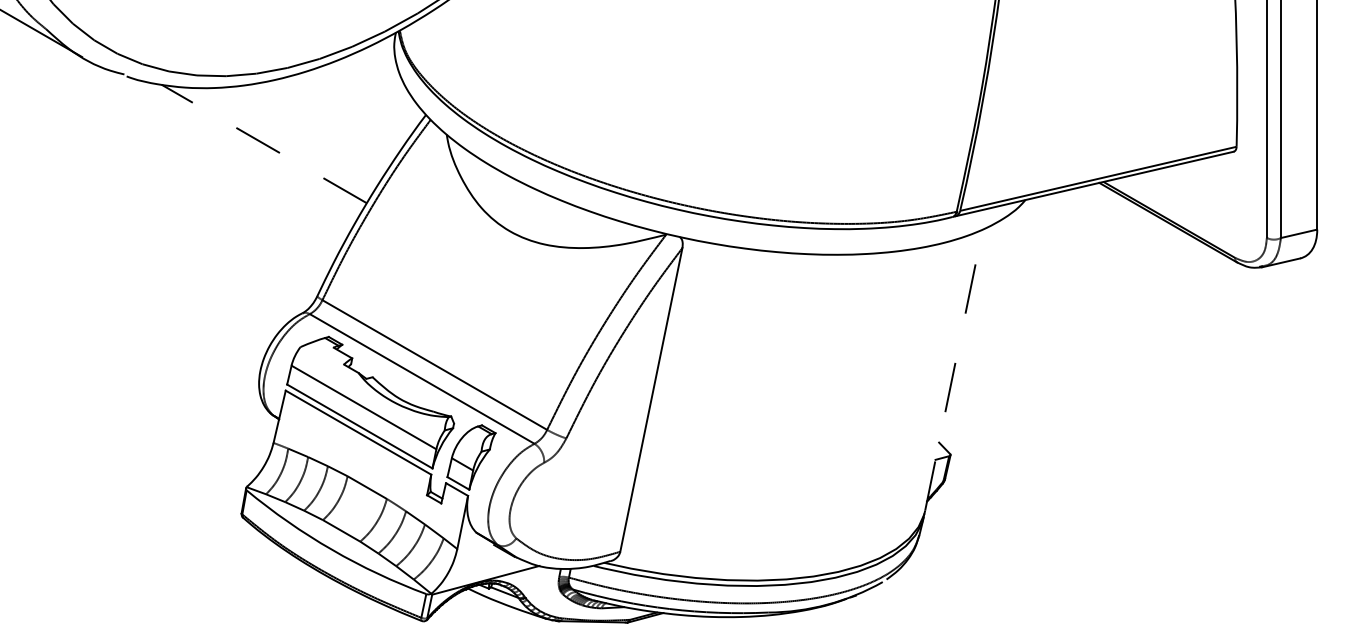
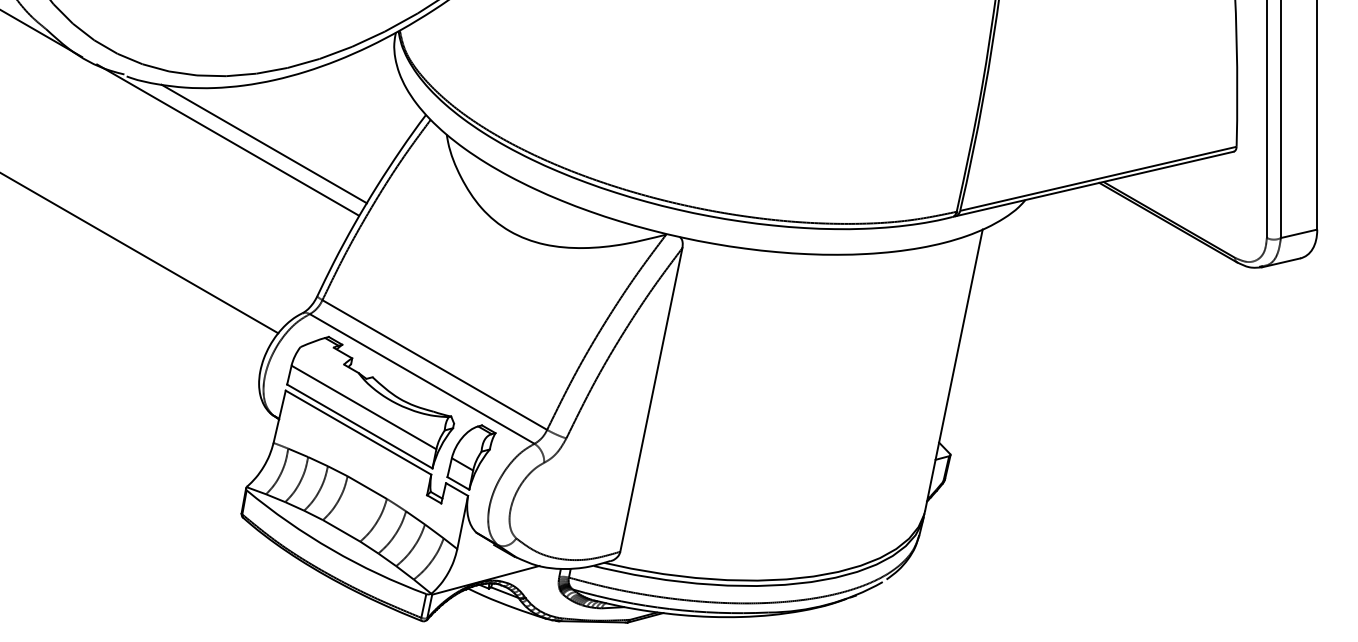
line at (227, 139): none -> present
line at (264, 144): dashed -> solid
line at (140, 253): none -> present
line at (954, 369): dashed -> solid
